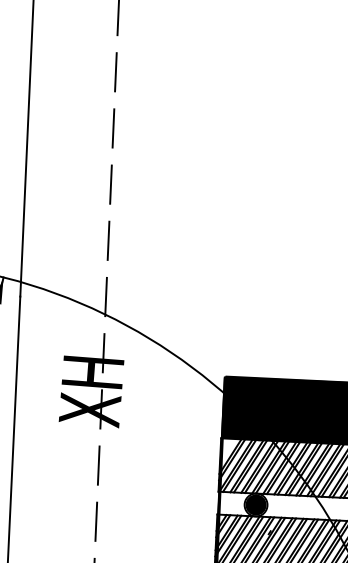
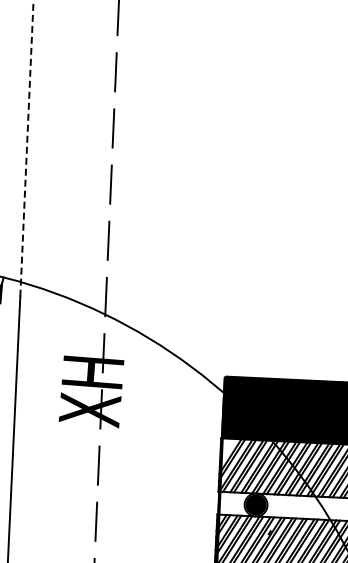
line at (26, 147): solid -> dashed
